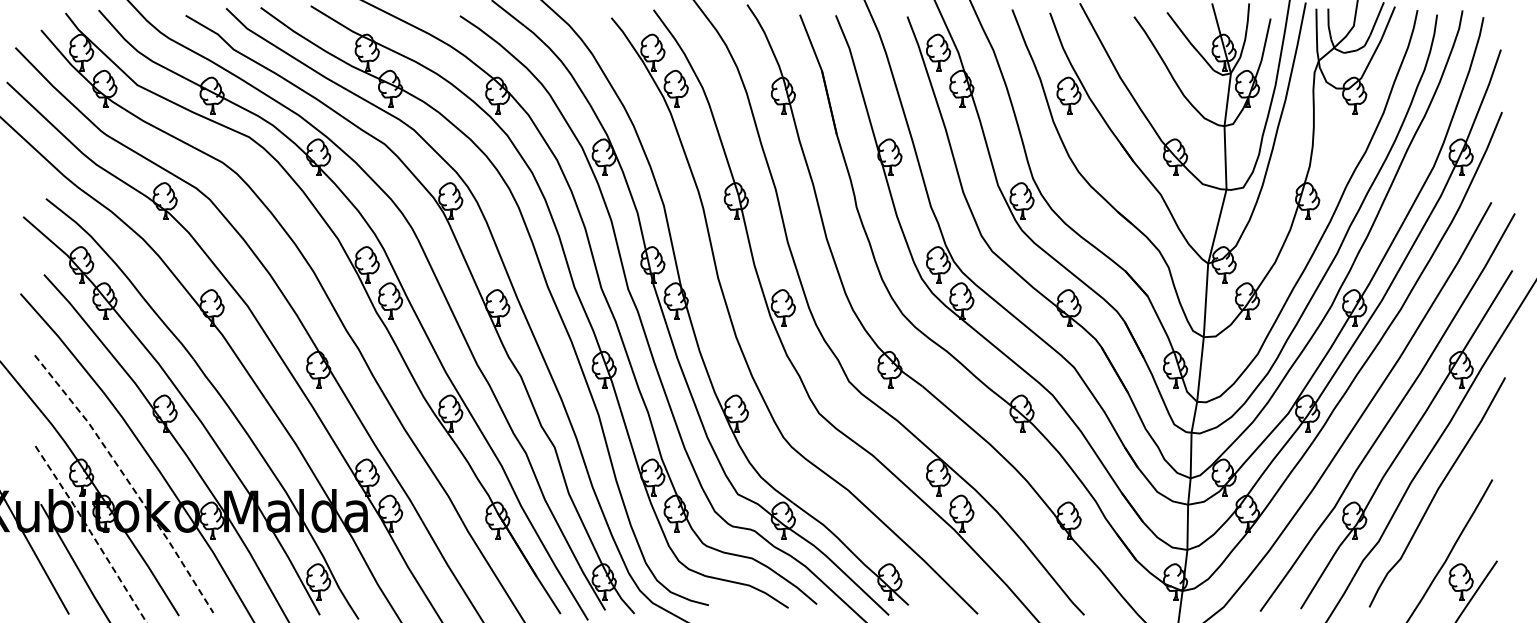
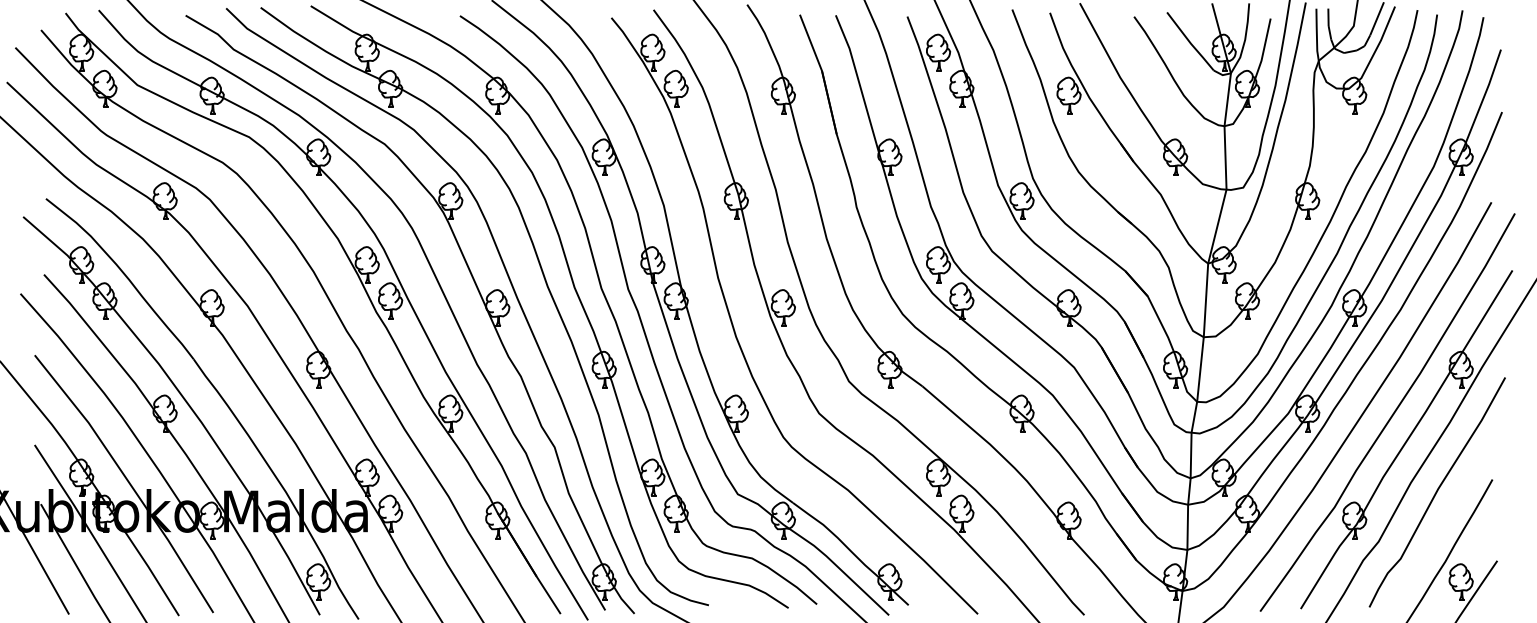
line at (128, 481): dashed -> solid
line at (91, 532): dashed -> solid
